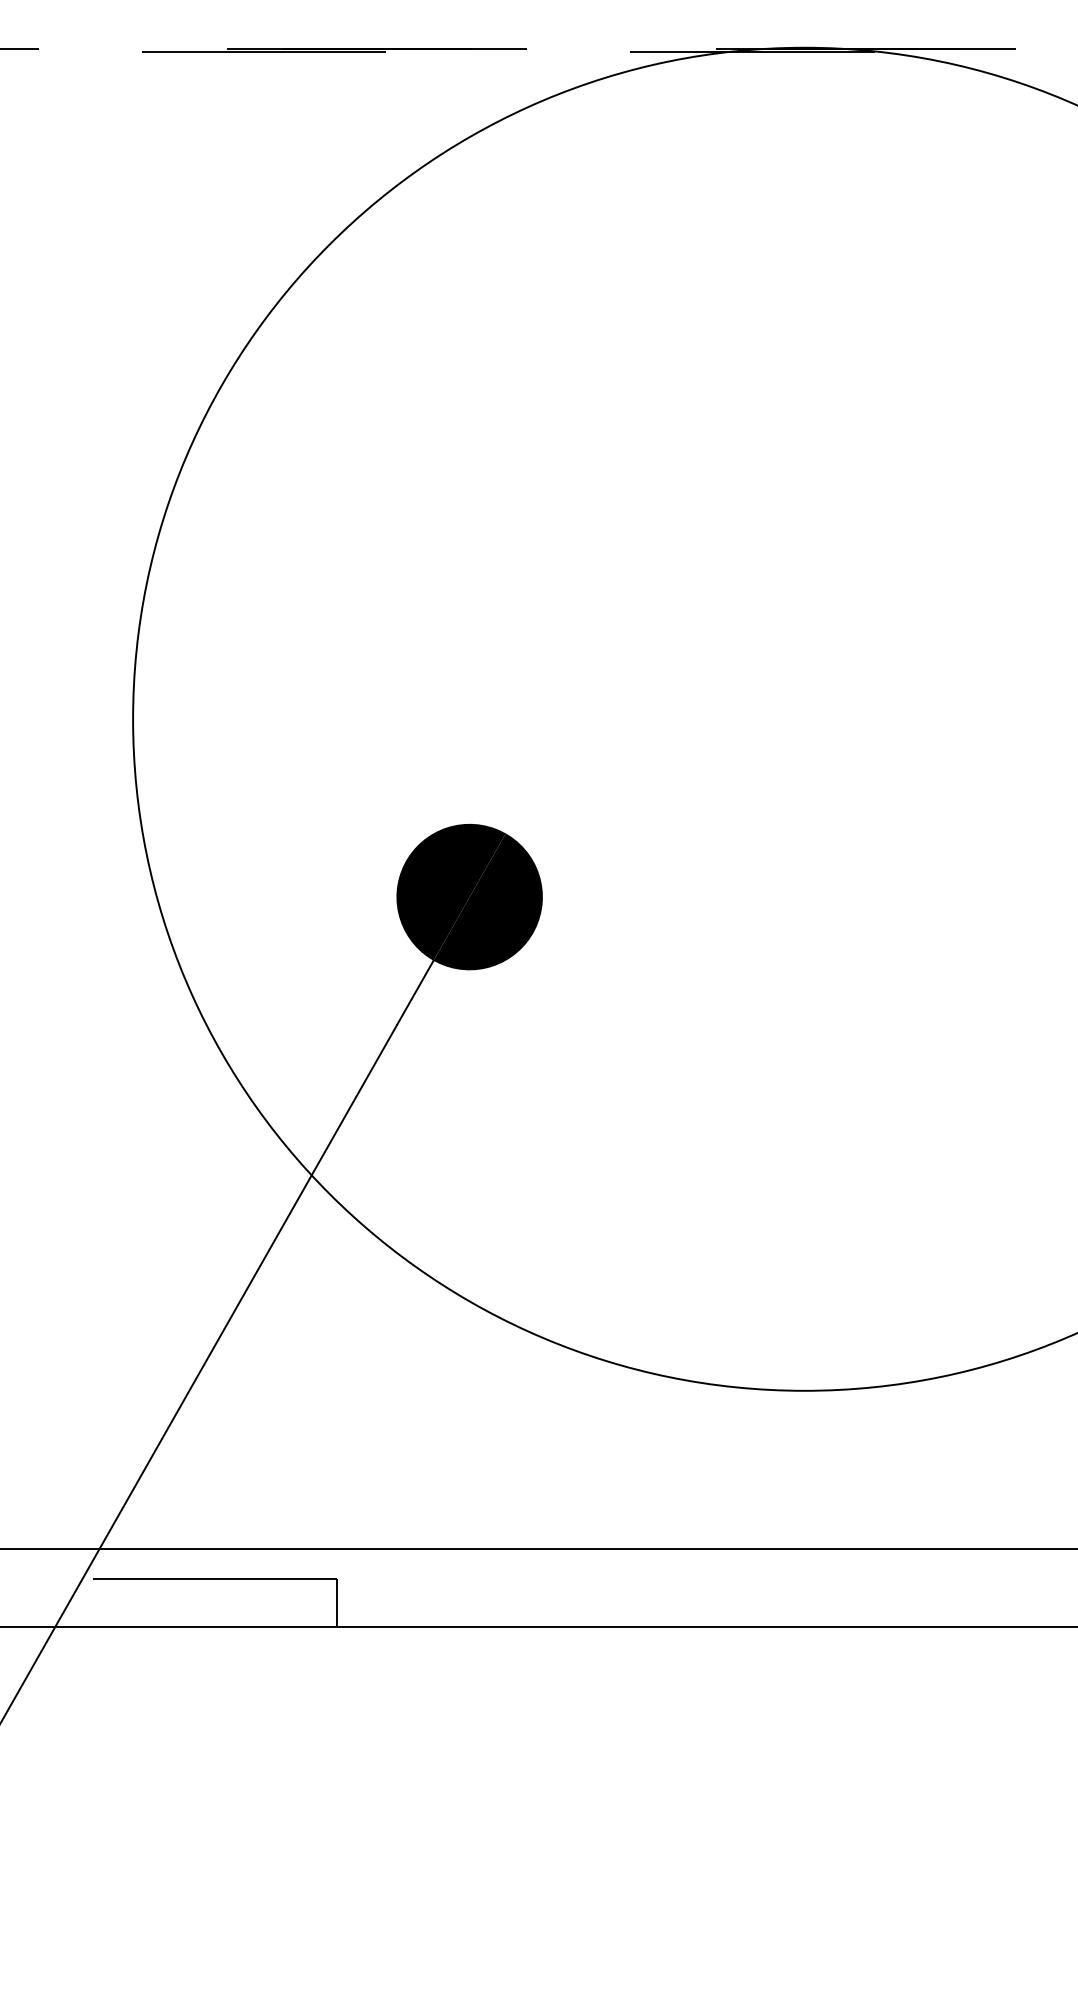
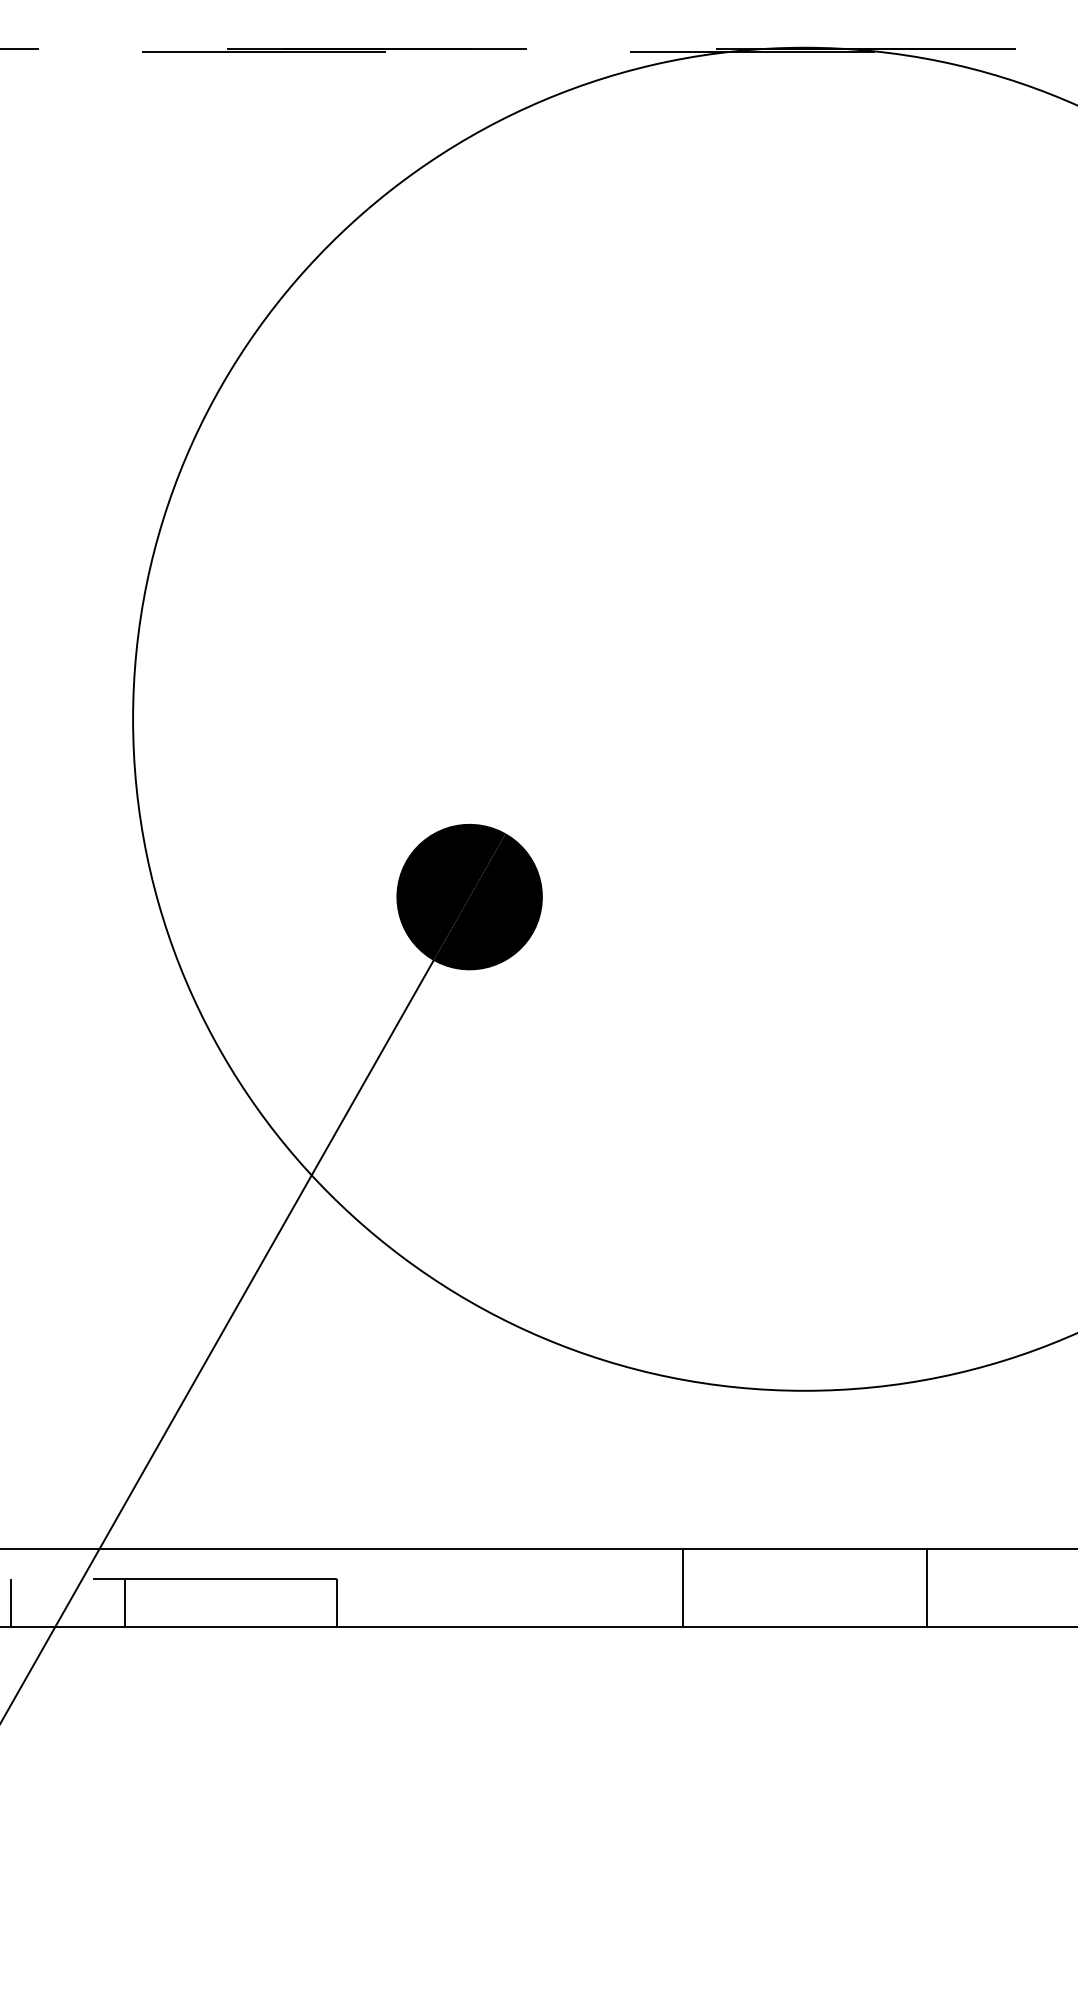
line at (682, 1588): none -> present
line at (926, 1588): none -> present
line at (11, 1602): none -> present
line at (124, 1602): none -> present
